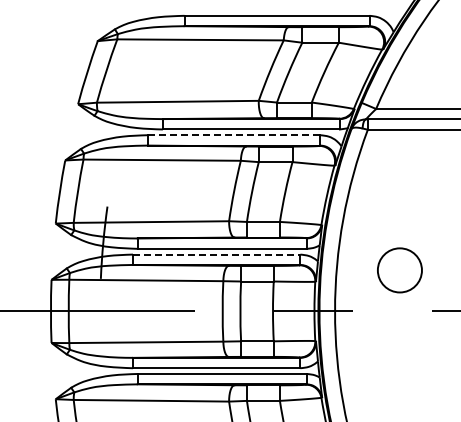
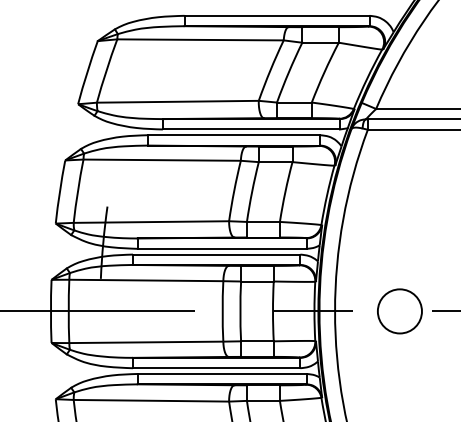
line at (234, 135): dashed -> solid
line at (216, 254): dashed -> solid
circle at (399, 270) position: (399, 270) -> (399, 311)
